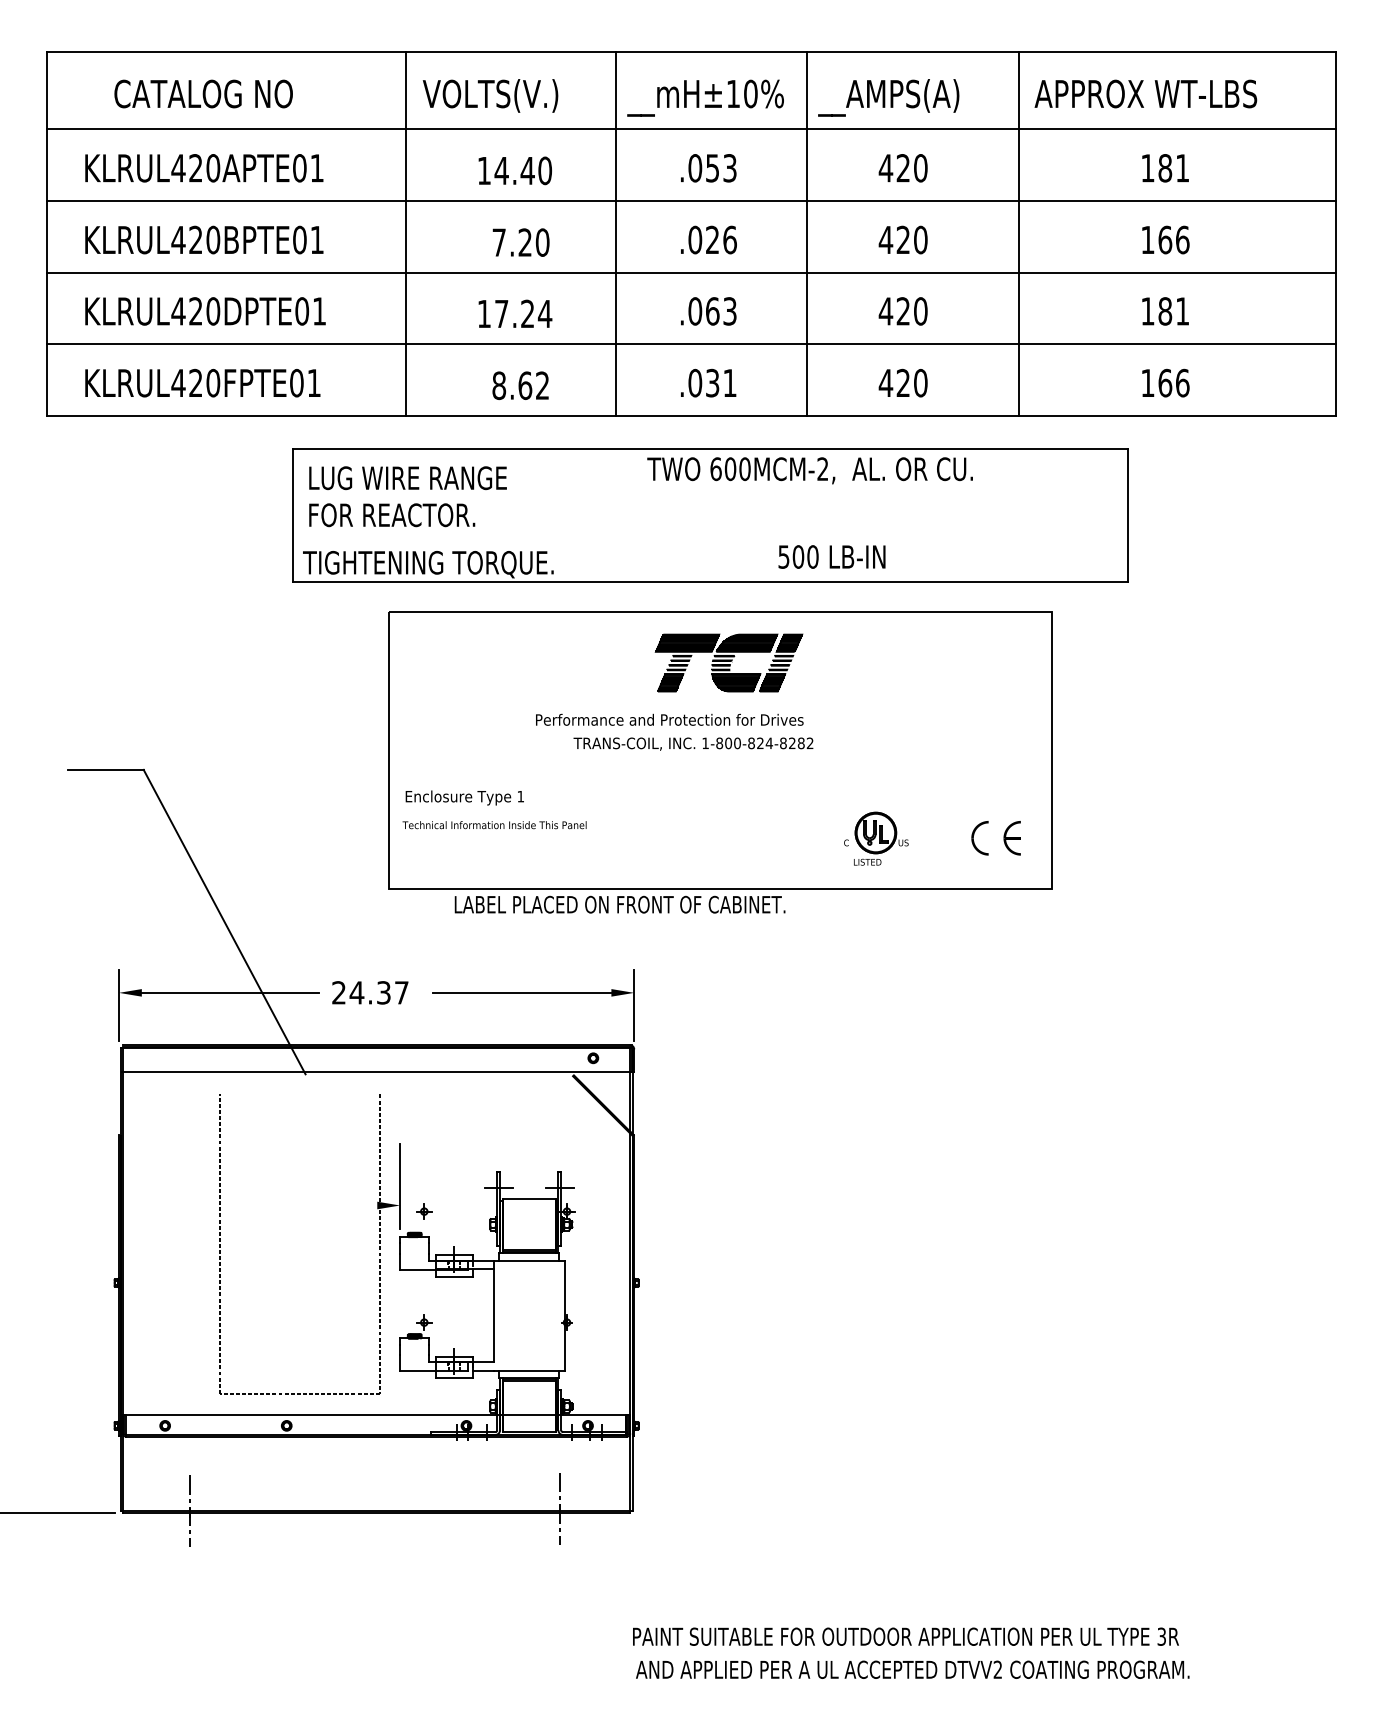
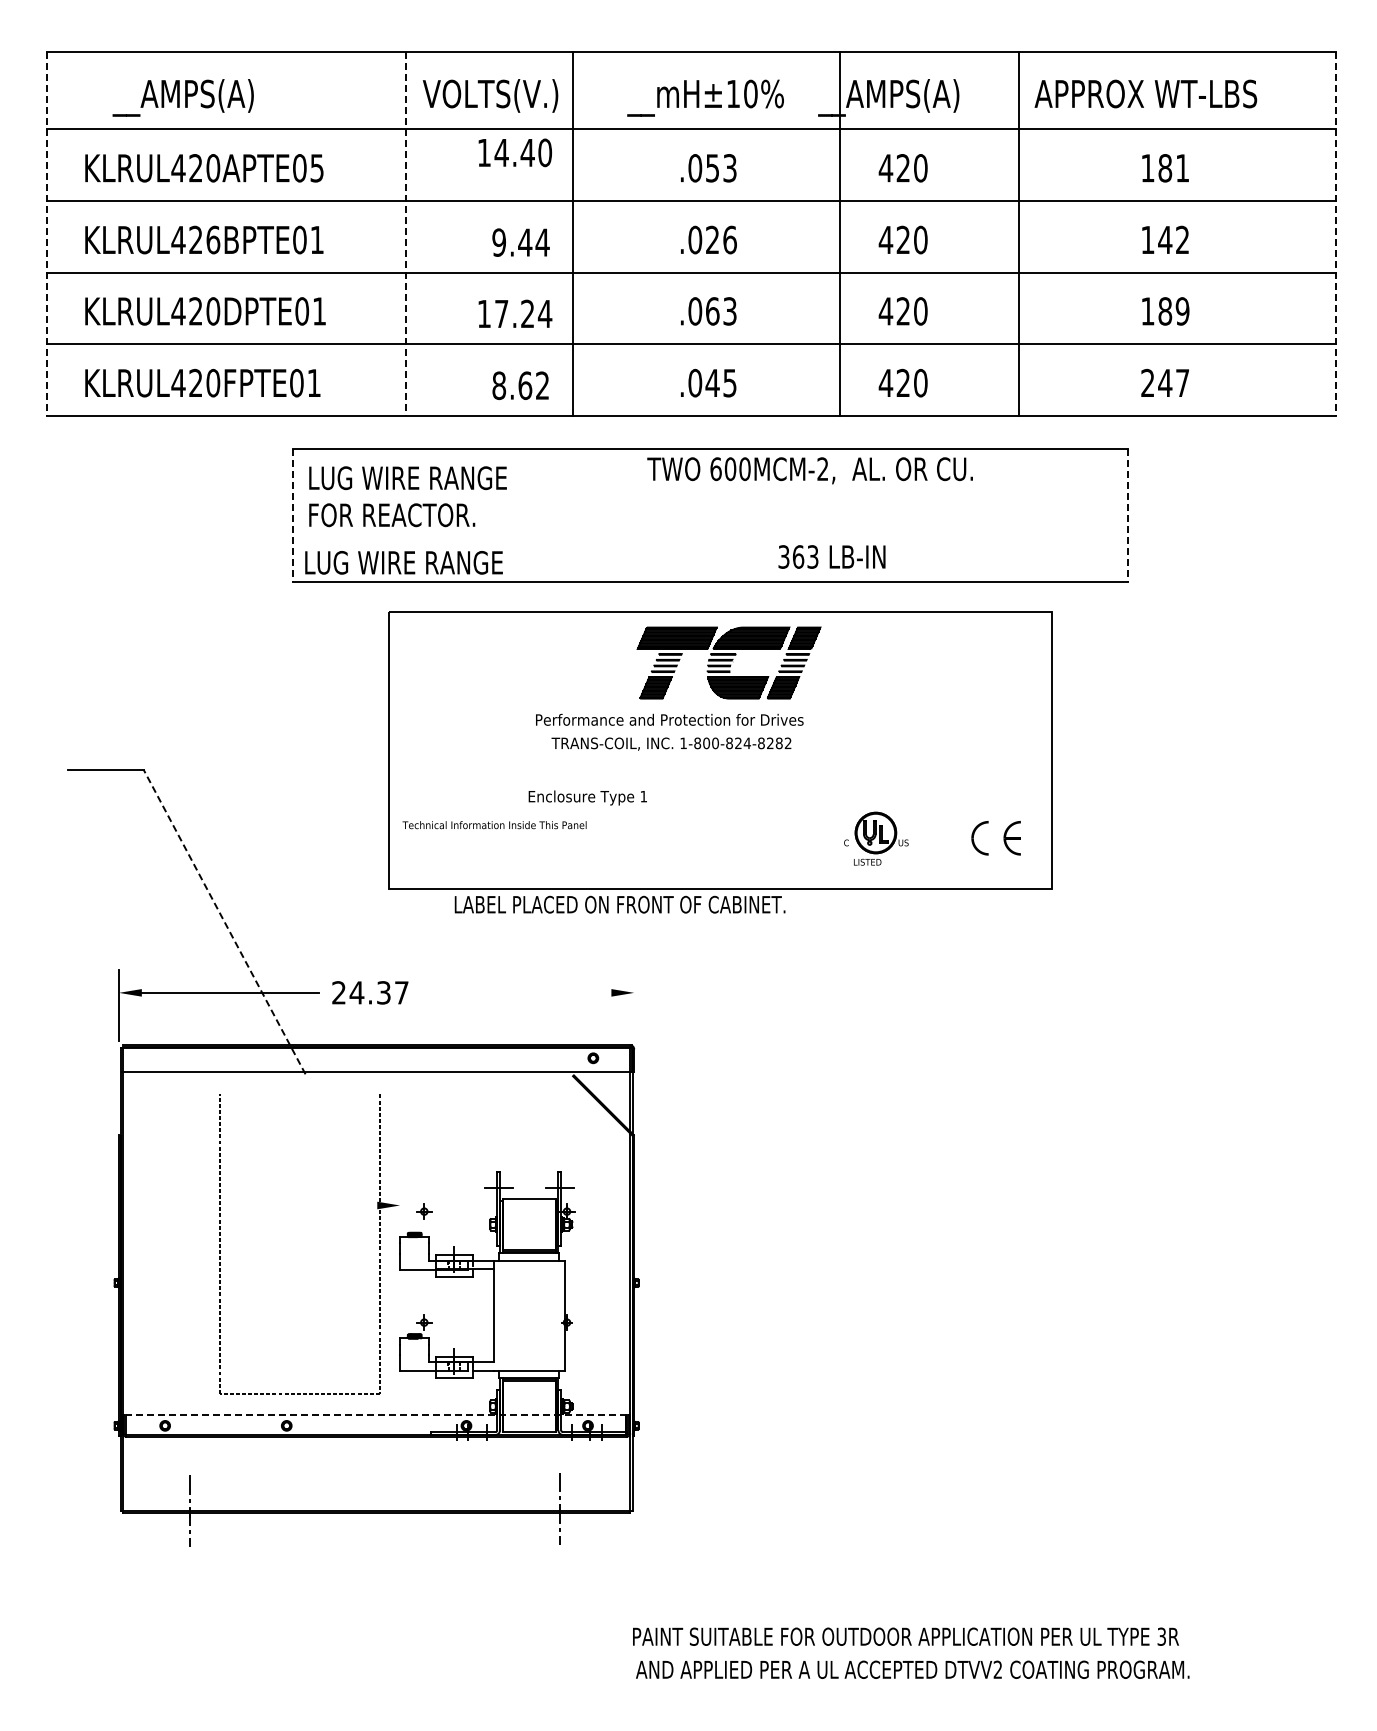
text at (202, 97): CATALOG NO -> __AMPS(A)
text at (316, 168): KLRUL420APTE01 -> KLRUL420APTE05
text at (514, 170) position: (514, 170) -> (514, 152)
line at (46, 233): solid -> dashed
line at (405, 233): solid -> dashed
line at (615, 233) position: (615, 233) -> (572, 233)
line at (806, 233) position: (806, 233) -> (839, 233)
line at (1335, 233): solid -> dashed
text at (213, 239): KLRUL420BPTE01 -> KLRUL426BPTE01
text at (1173, 239): 166 -> 142
text at (520, 242): 7.20 -> 9.44
text at (1182, 311): 181 -> 189
text at (720, 382): .031 -> .045
text at (1165, 382): 166 -> 247
line at (293, 515): solid -> dashed
line at (1128, 515): solid -> dashed
text at (798, 556): 500 -> 363
text at (428, 564): TIGHTENING TORQUE. -> LUG WIRE RANGE
part at (728, 662) size: 150x60 px -> 186x74 px
text at (693, 743) position: (693, 743) -> (671, 743)
text at (464, 797) position: (464, 797) -> (587, 797)
line at (224, 921): solid -> dashed
line at (521, 992): present -> none
line at (634, 1005): present -> none
line at (400, 1185): present -> none
line at (376, 1415): solid -> dashed
line at (58, 1512): present -> none
